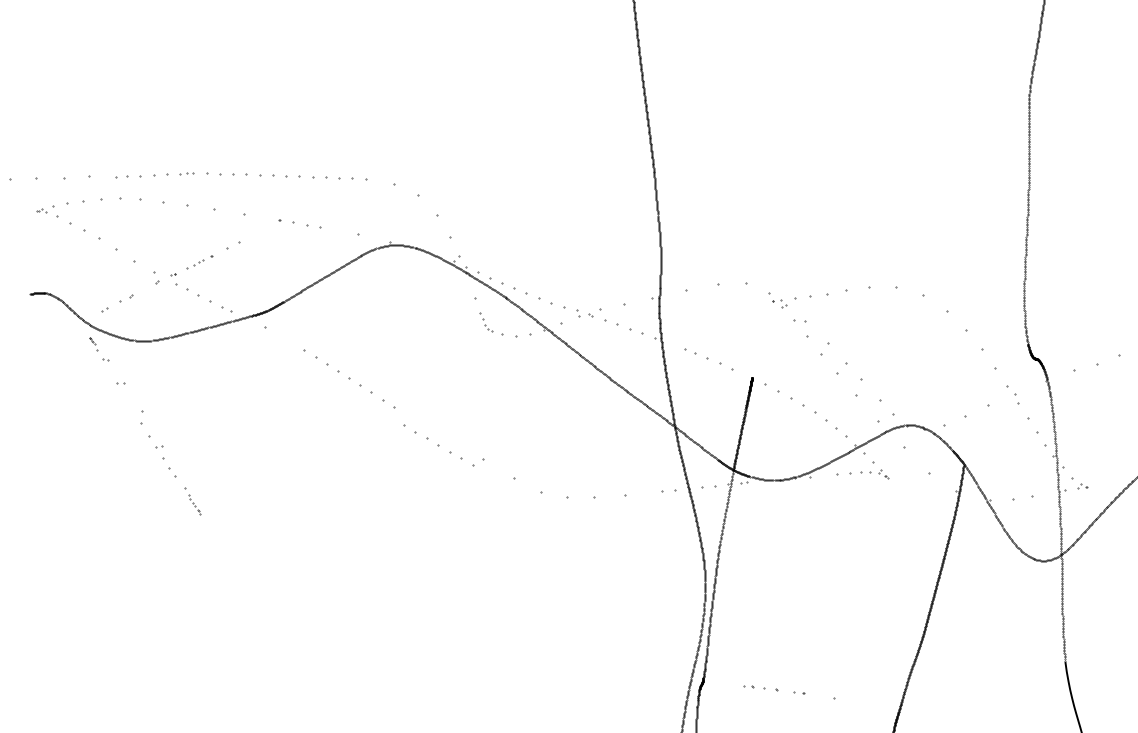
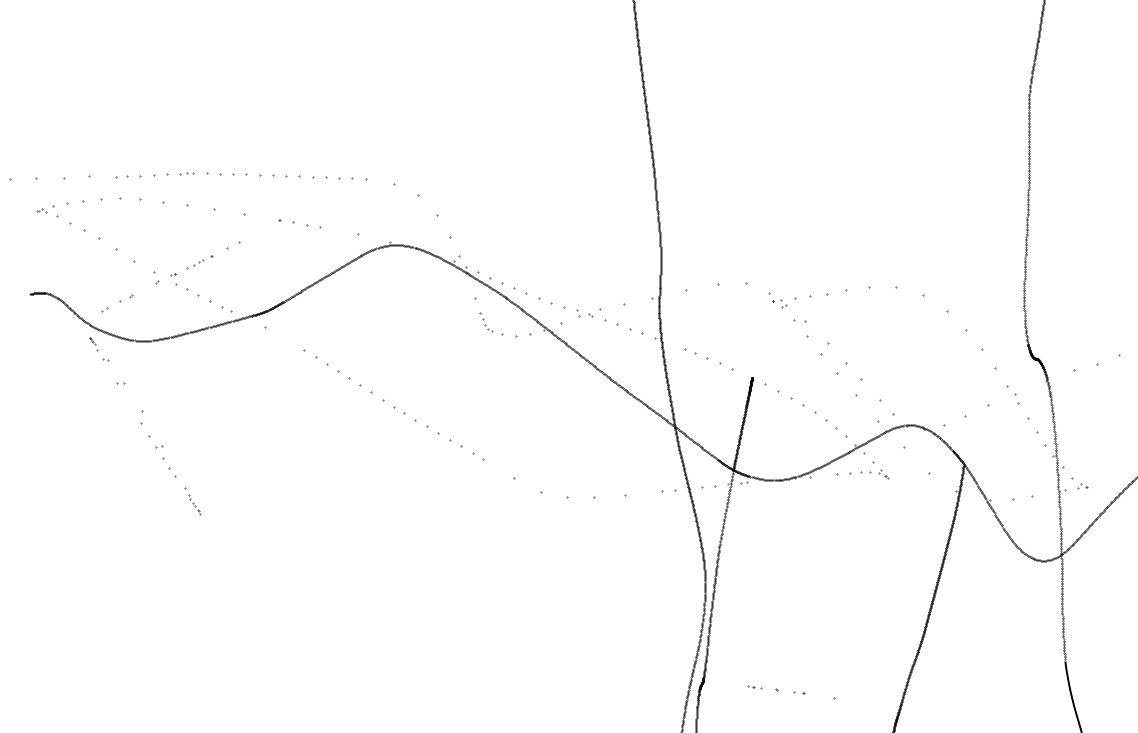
line at (438, 445) position: (438, 445) -> (438, 433)
part at (754, 687) size: 23x5 px -> 16x5 px
